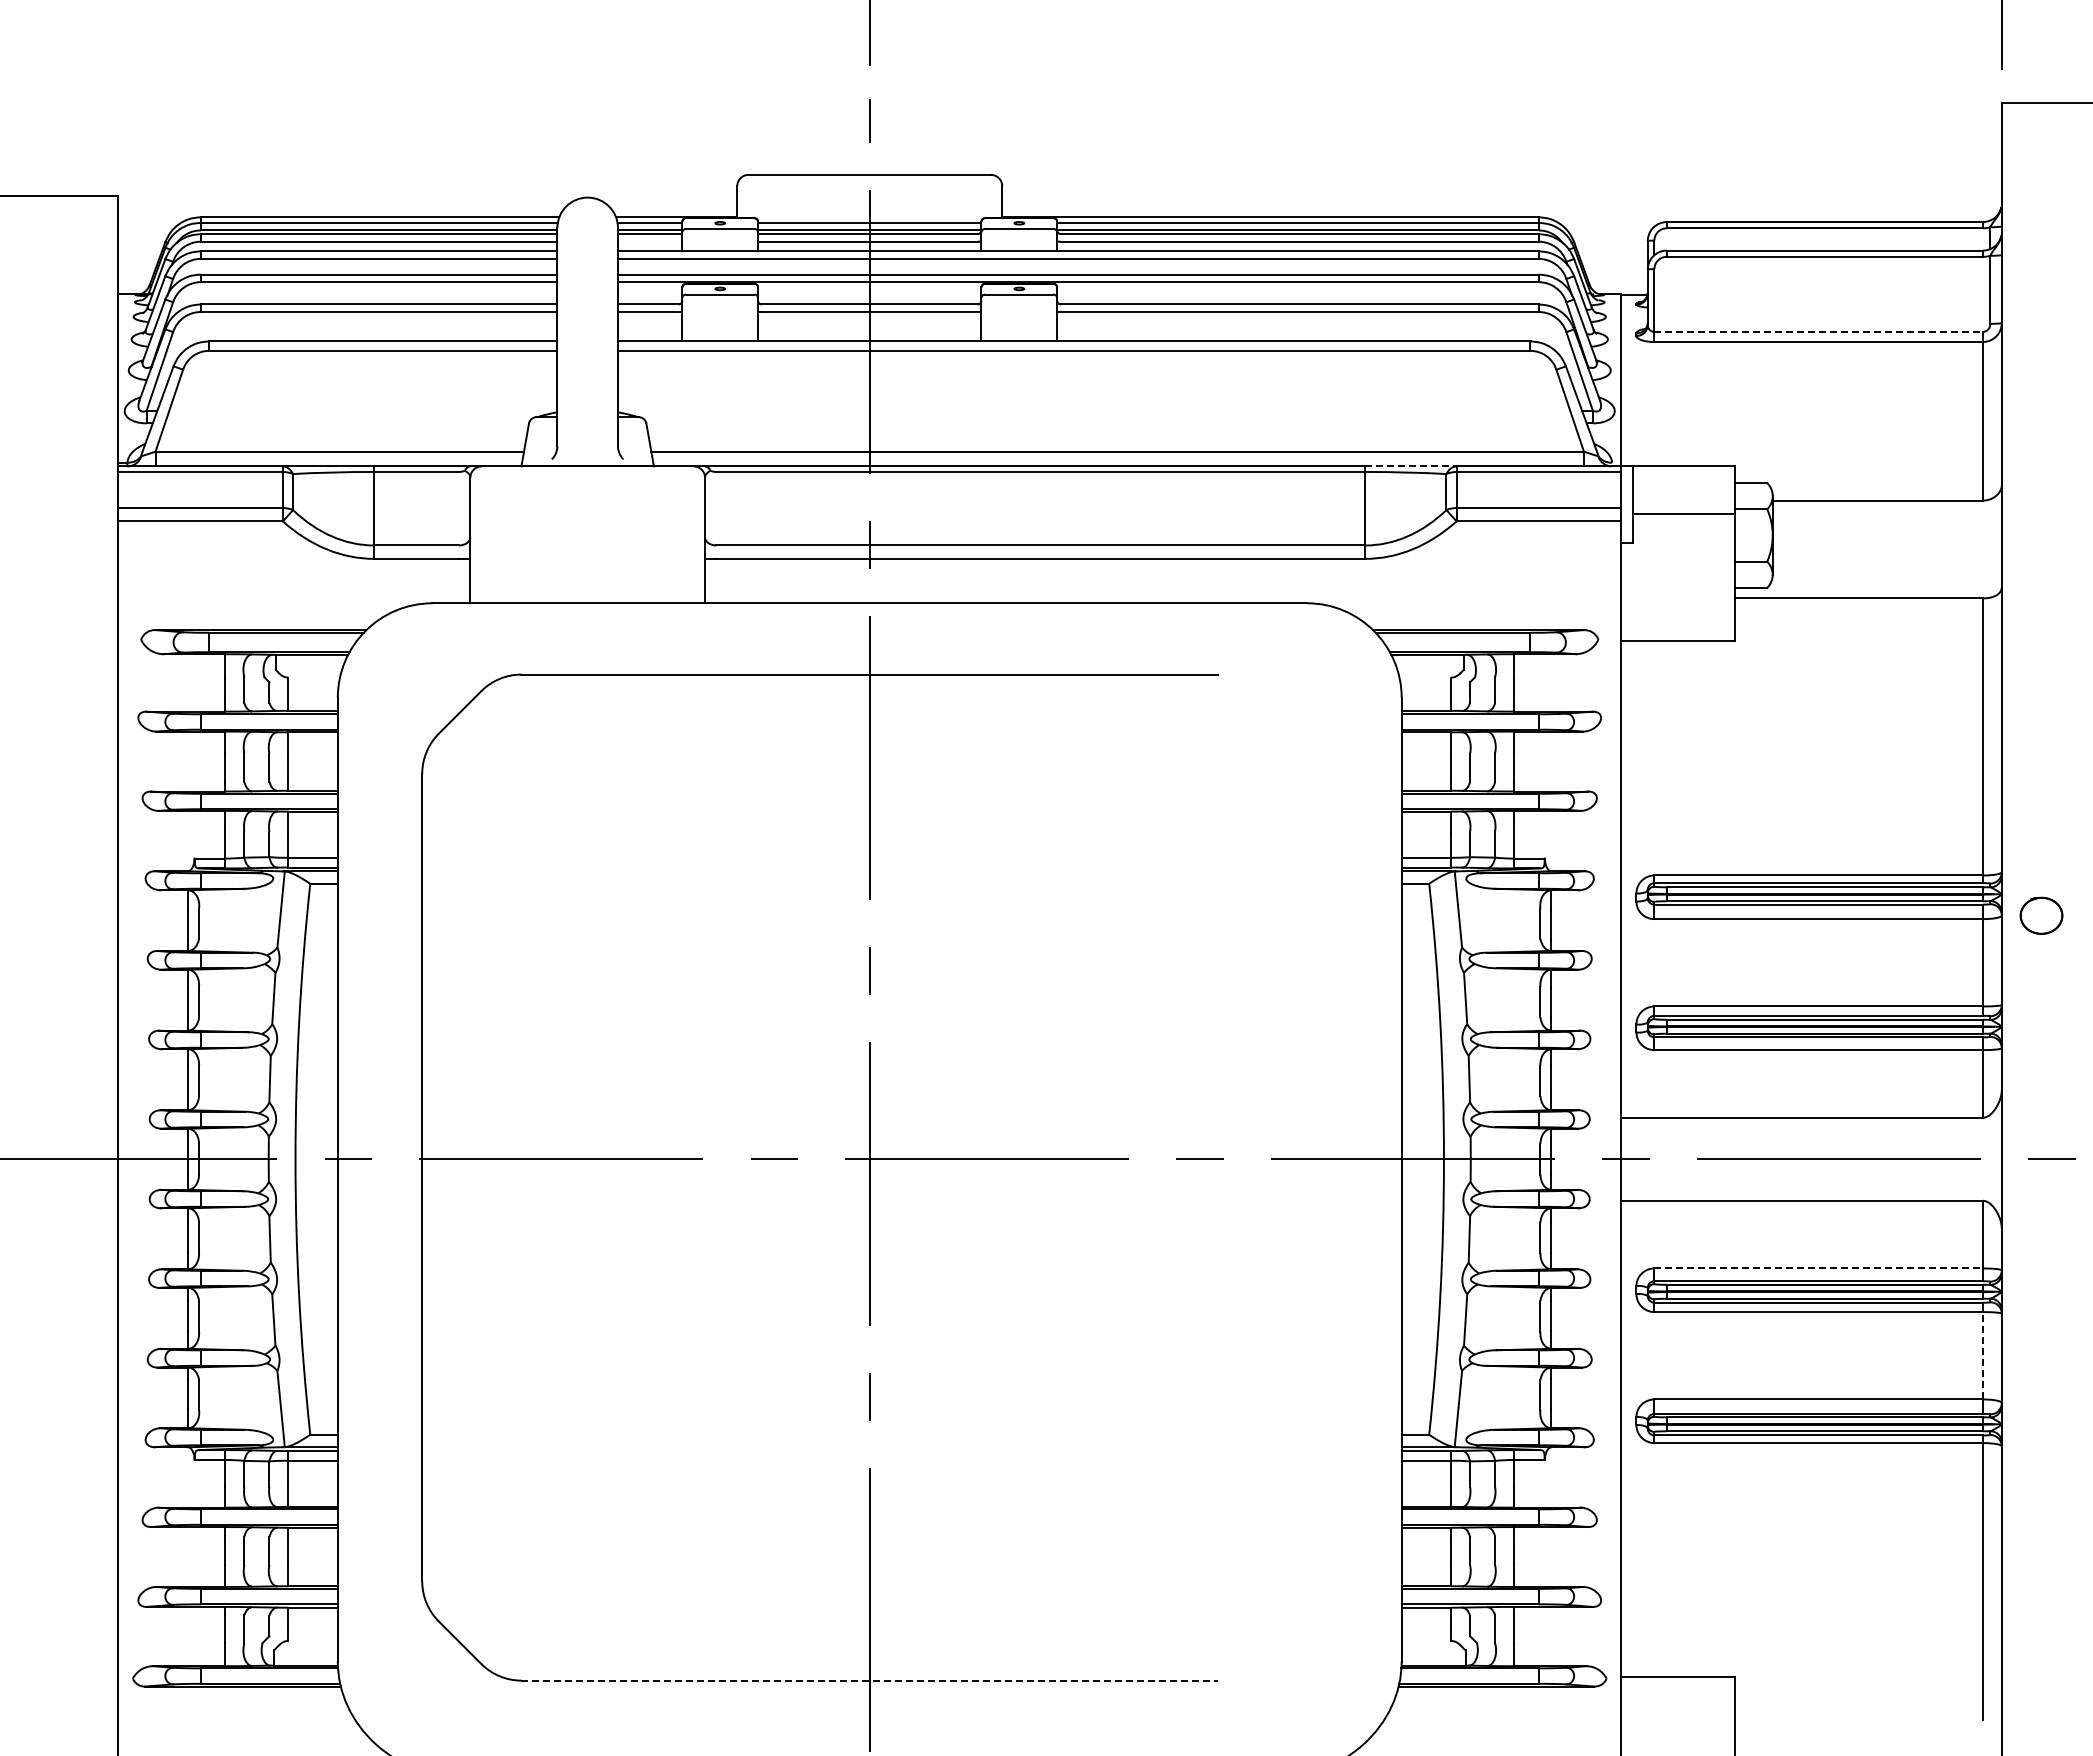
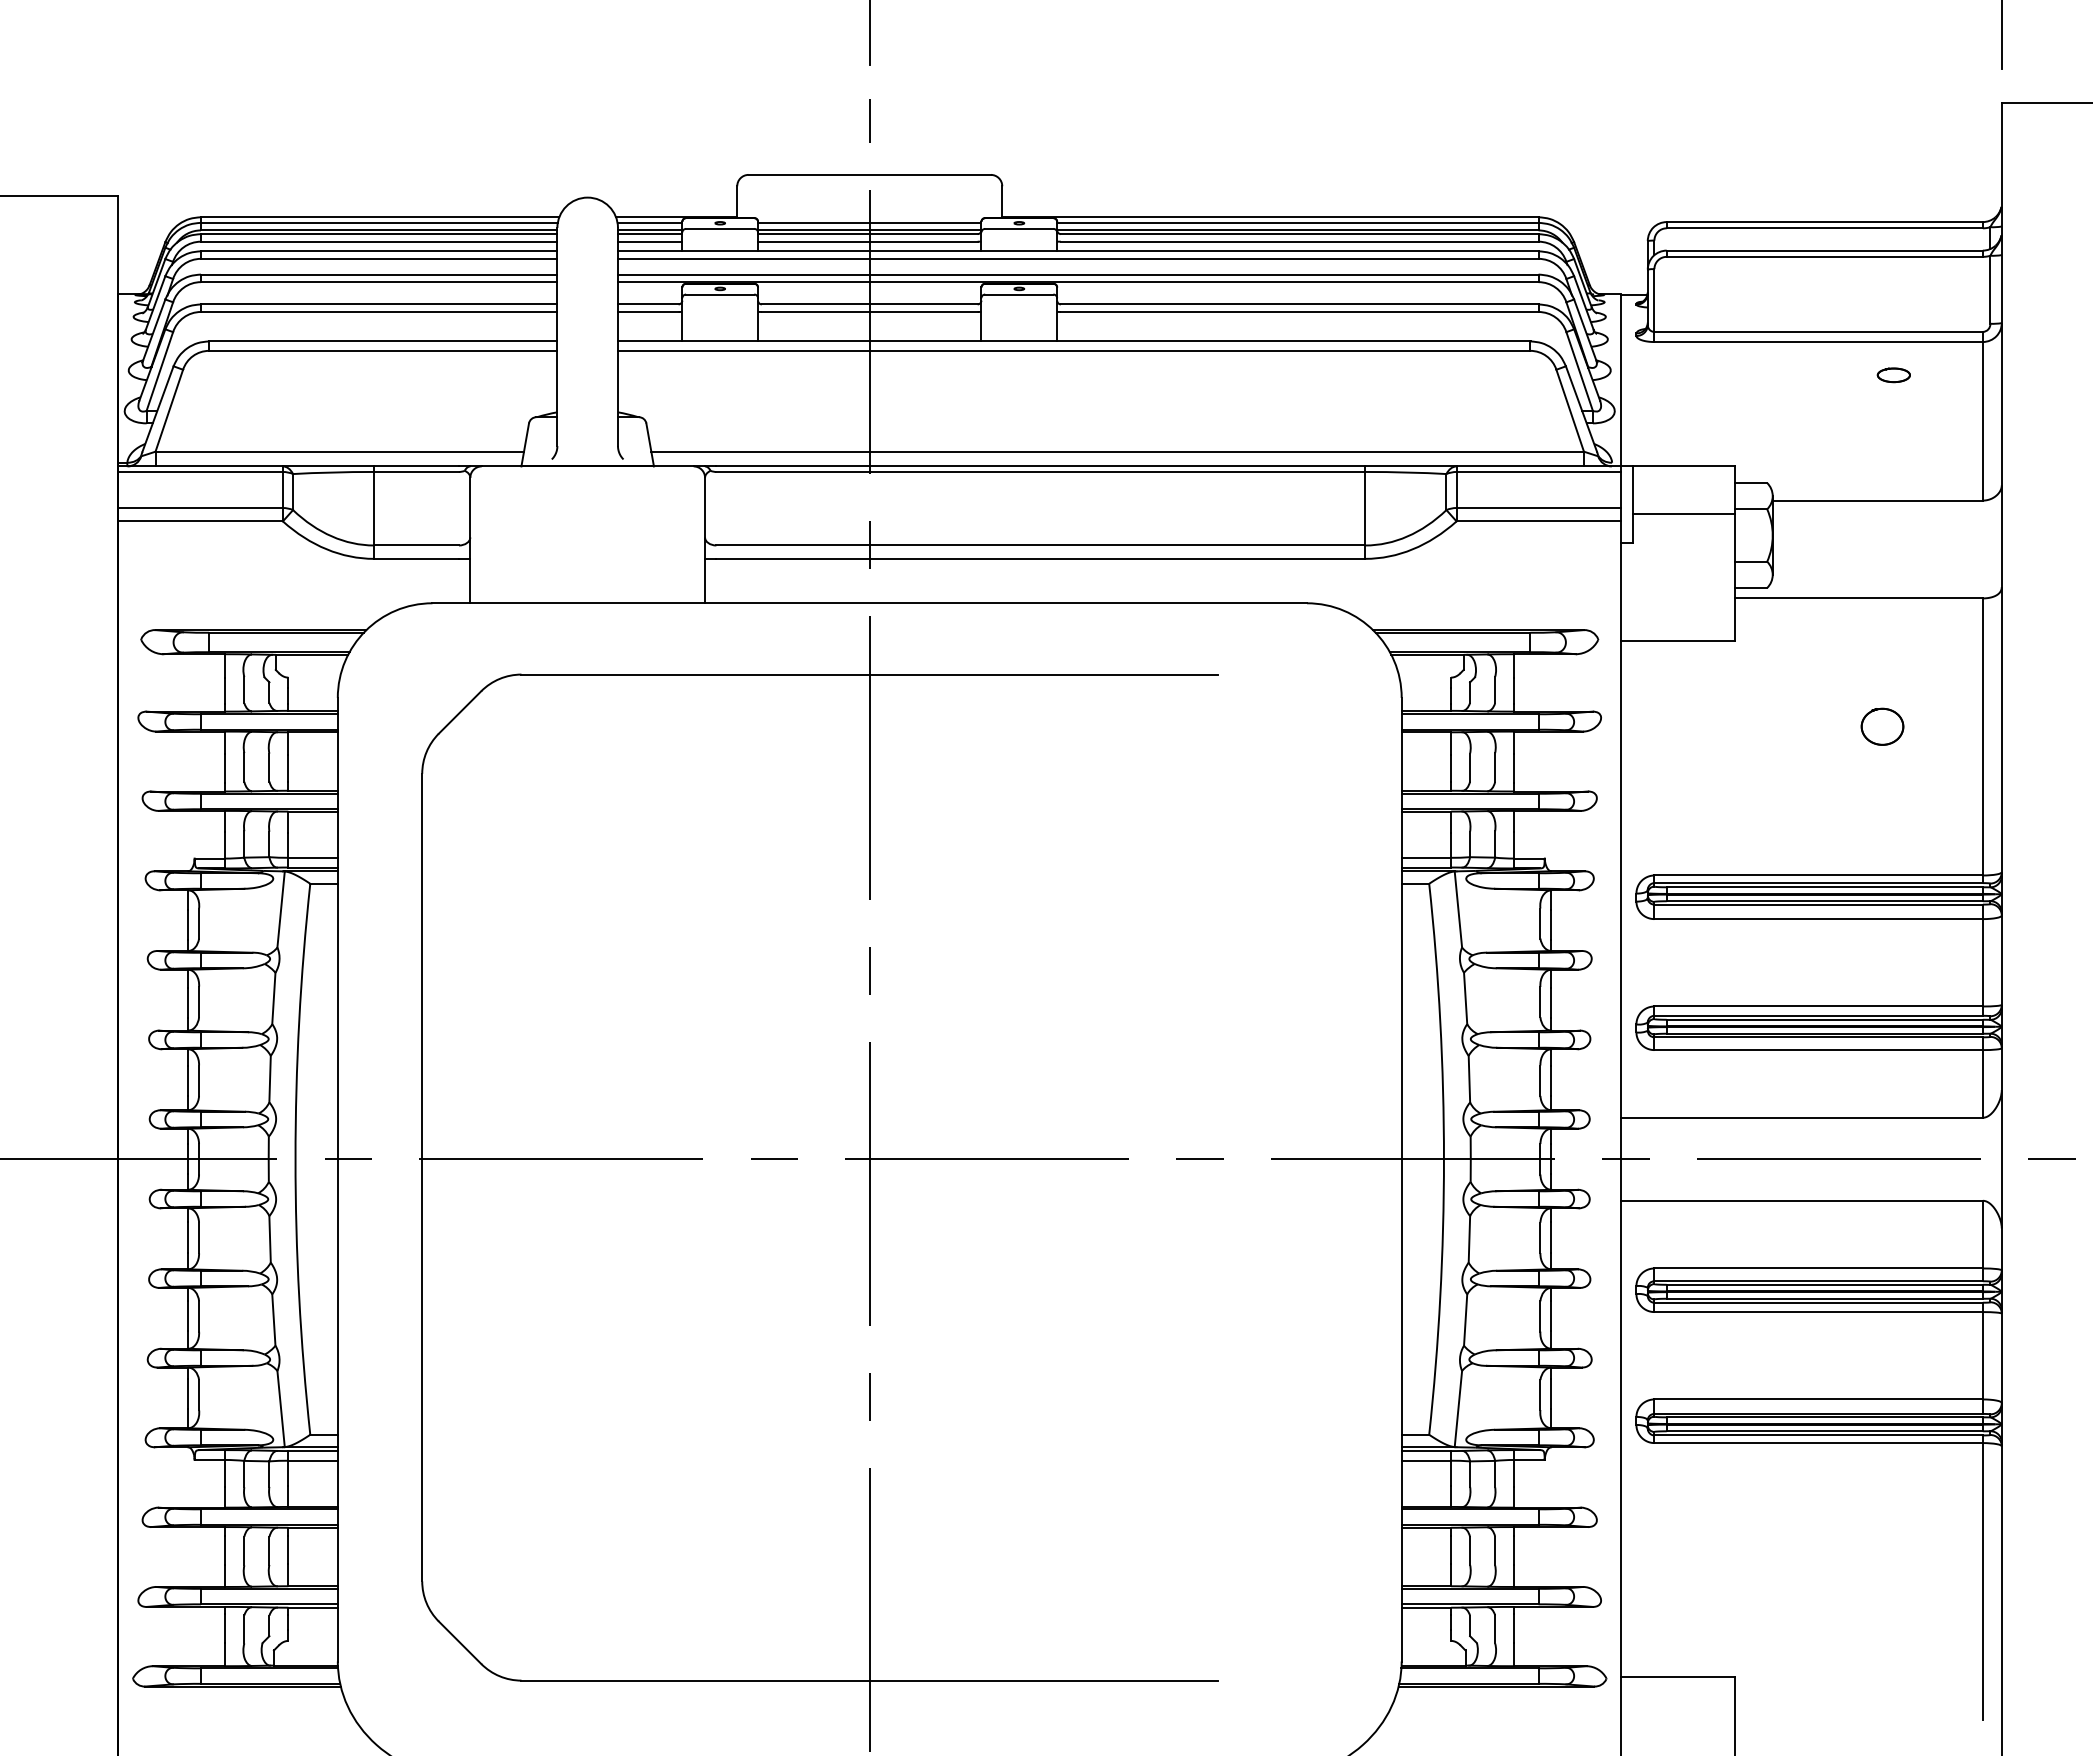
line at (649, 241): none -> present
line at (1819, 331): dashed -> solid
part at (1893, 375): none -> present
line at (1410, 466): dashed -> solid
part at (2041, 915) position: (2041, 915) -> (1882, 726)
line at (1819, 1268): dashed -> solid
line at (1982, 1355): dashed -> solid
line at (870, 1680): dashed -> solid
